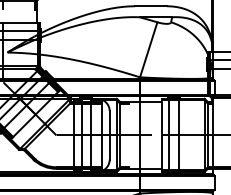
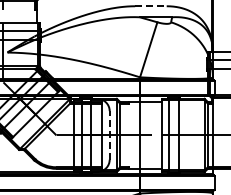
line at (150, 6): solid -> dashed
line at (109, 134): solid -> dashed
